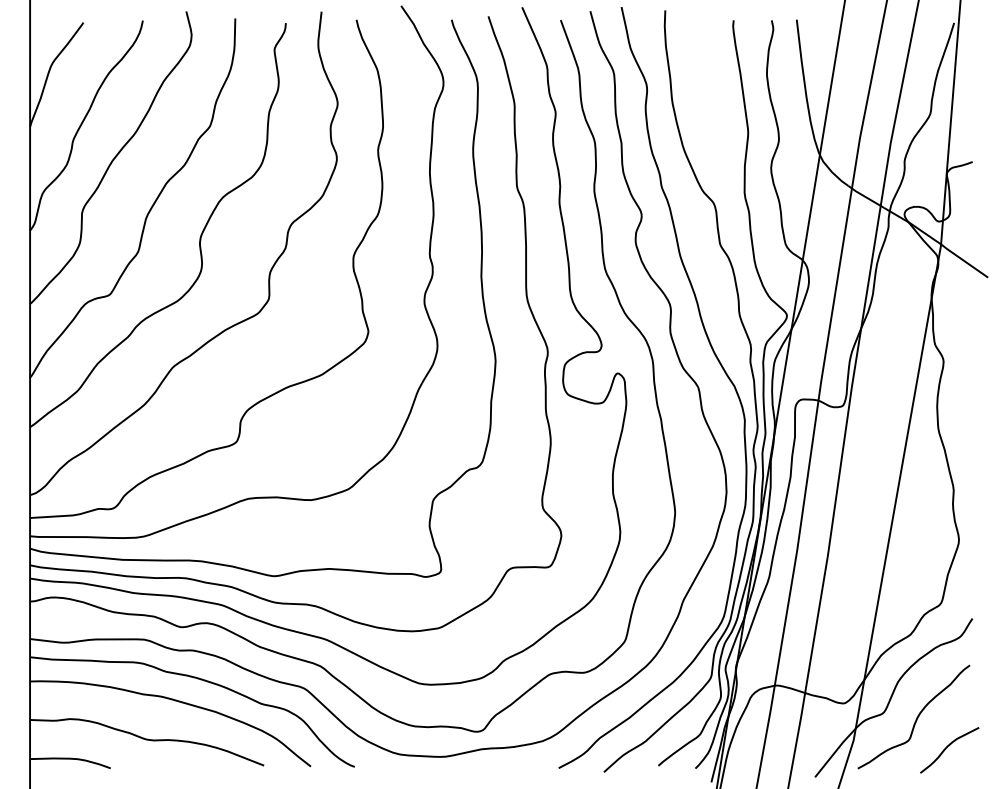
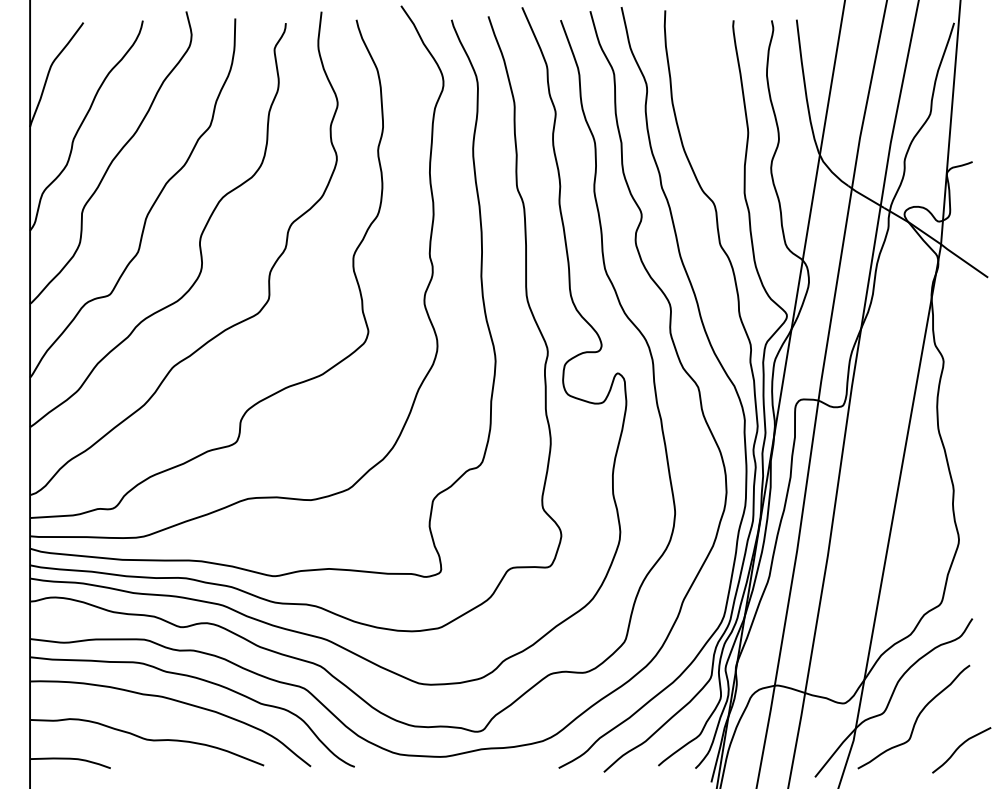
curve at (947, 748) position: (947, 748) -> (959, 748)
